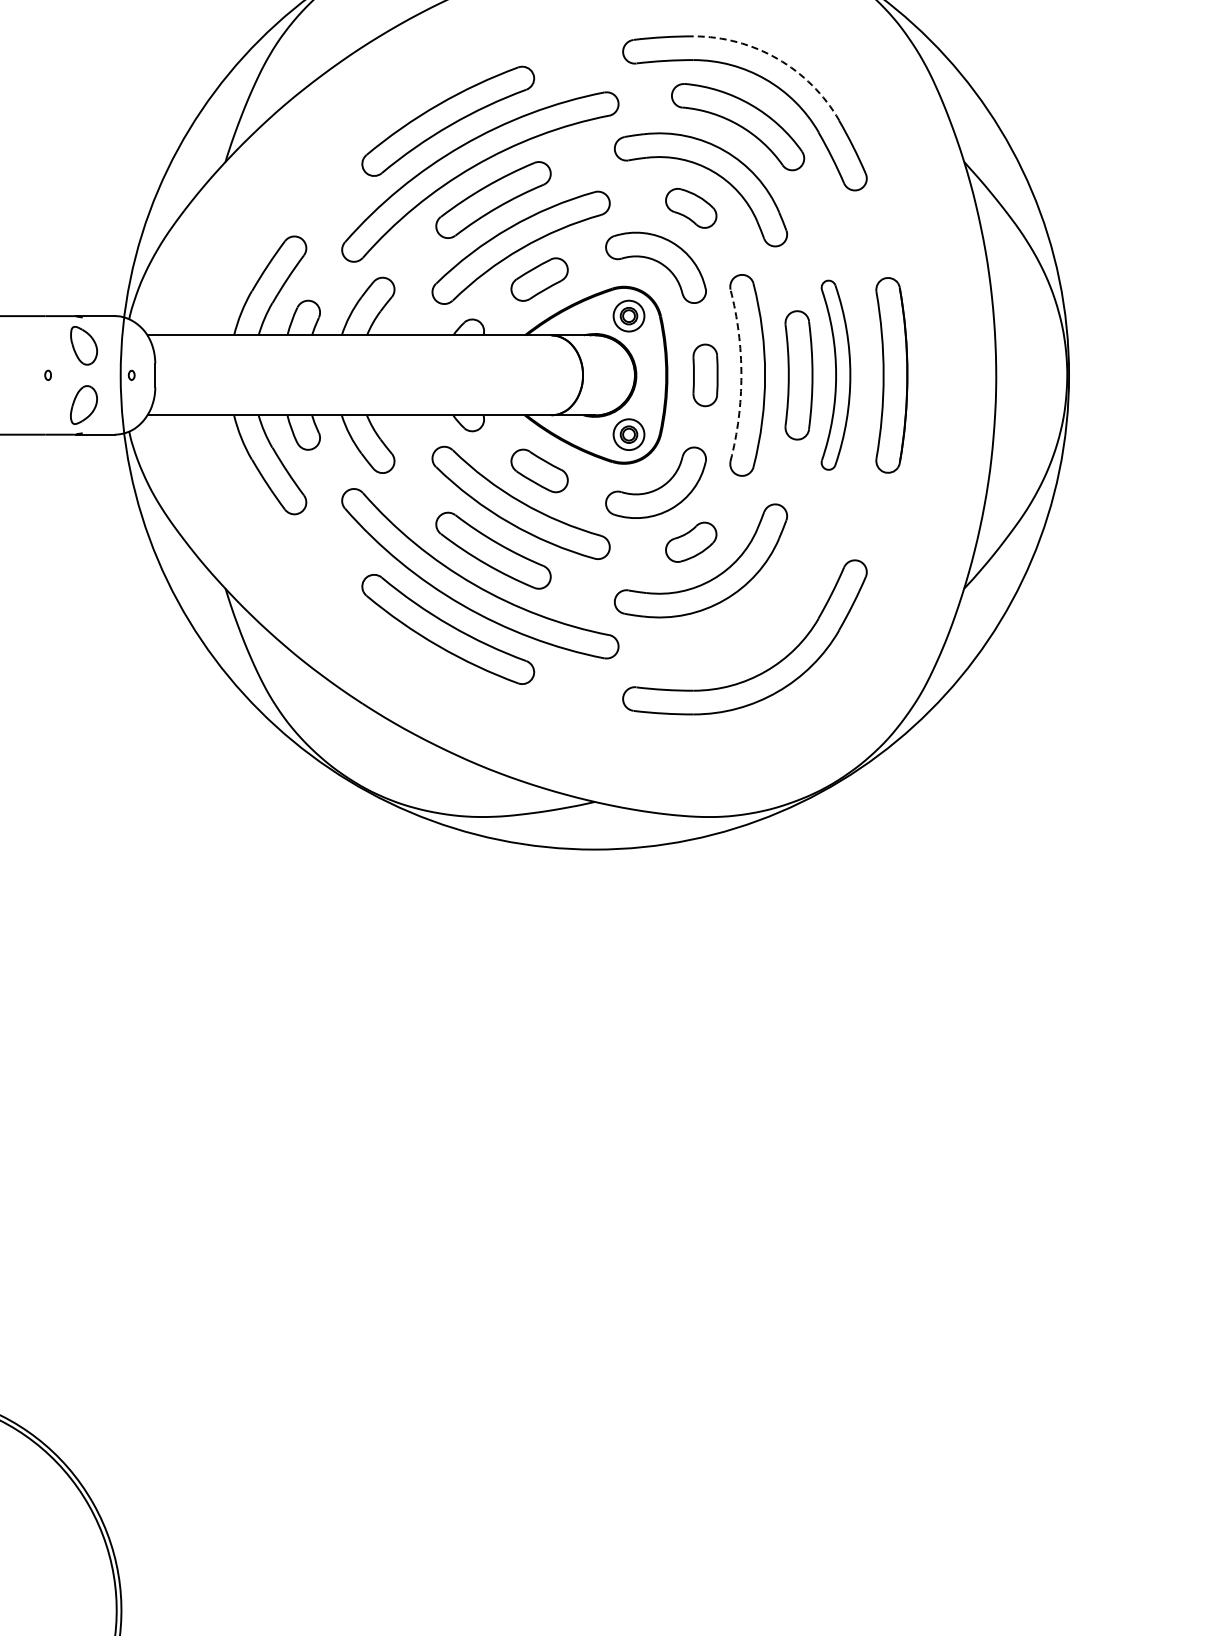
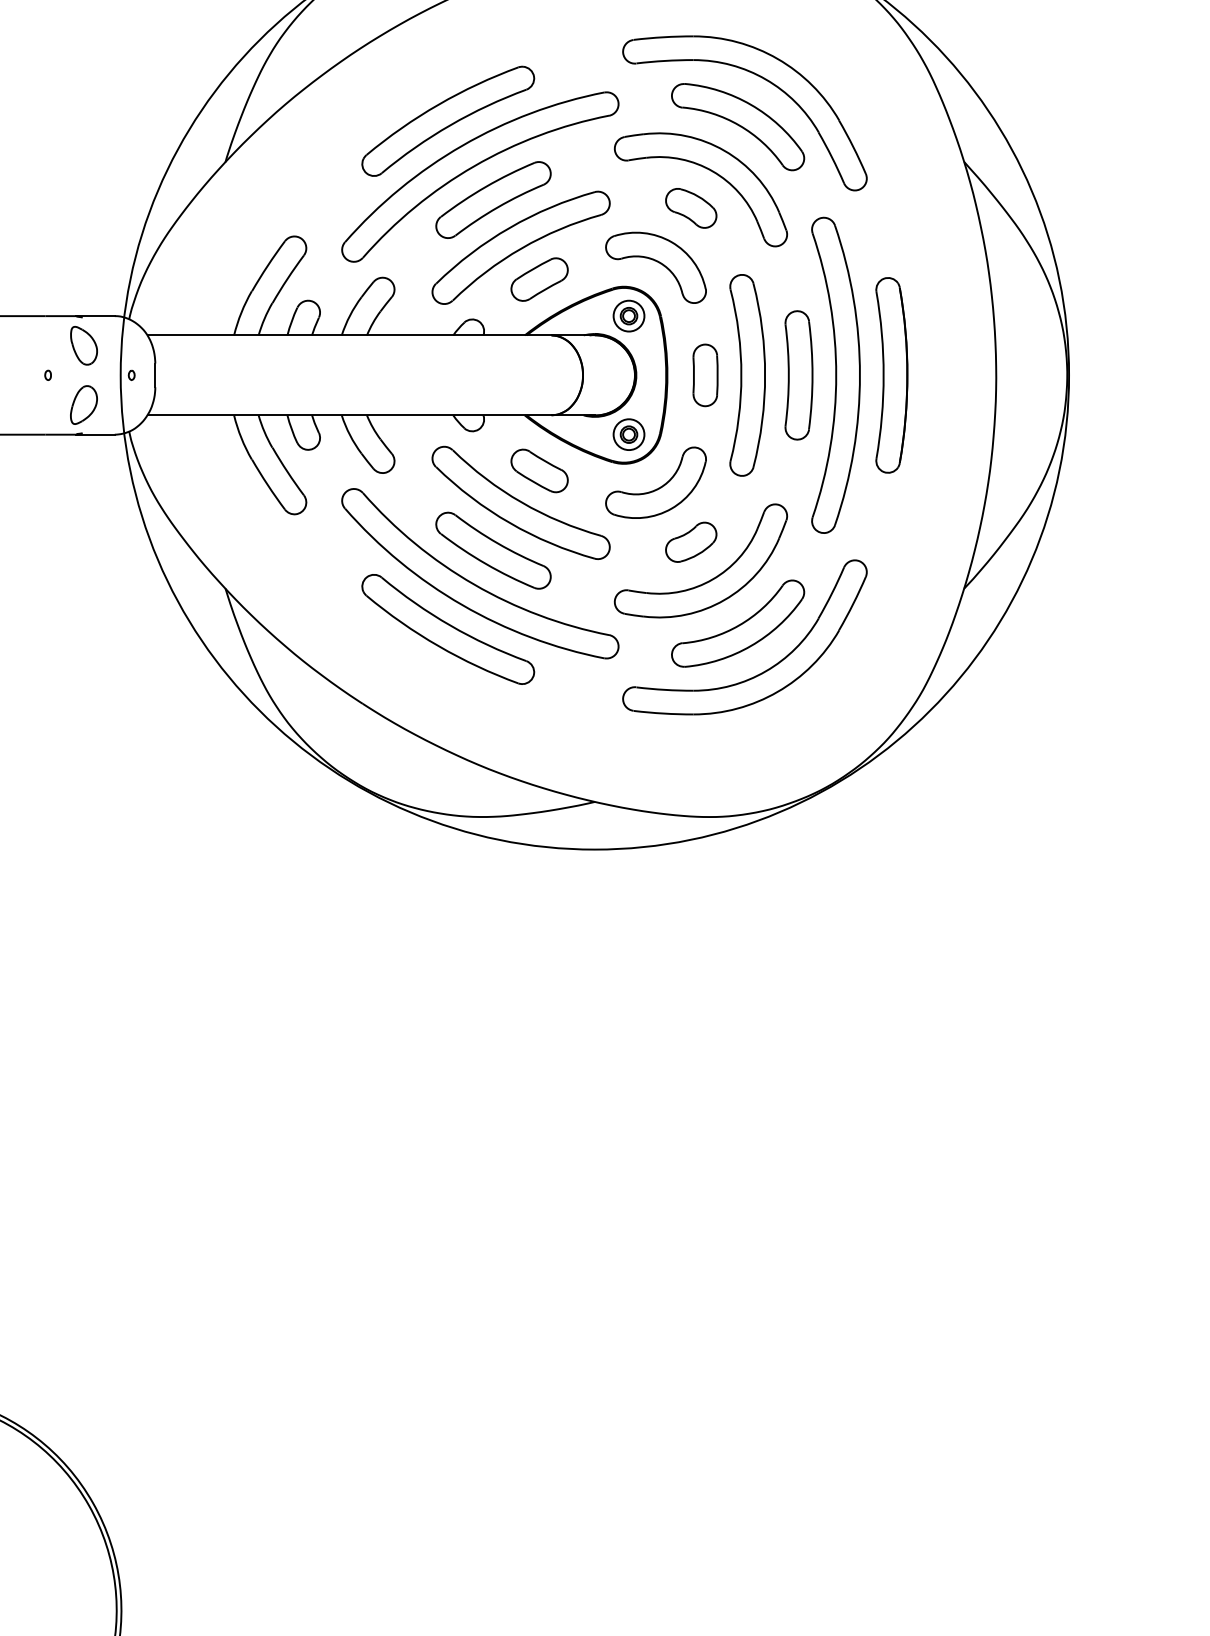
arc at (777, 58): dashed -> solid
part at (835, 374) size: 32x192 px -> 50x318 px
arc at (741, 375): dashed -> solid
part at (738, 623): none -> present
